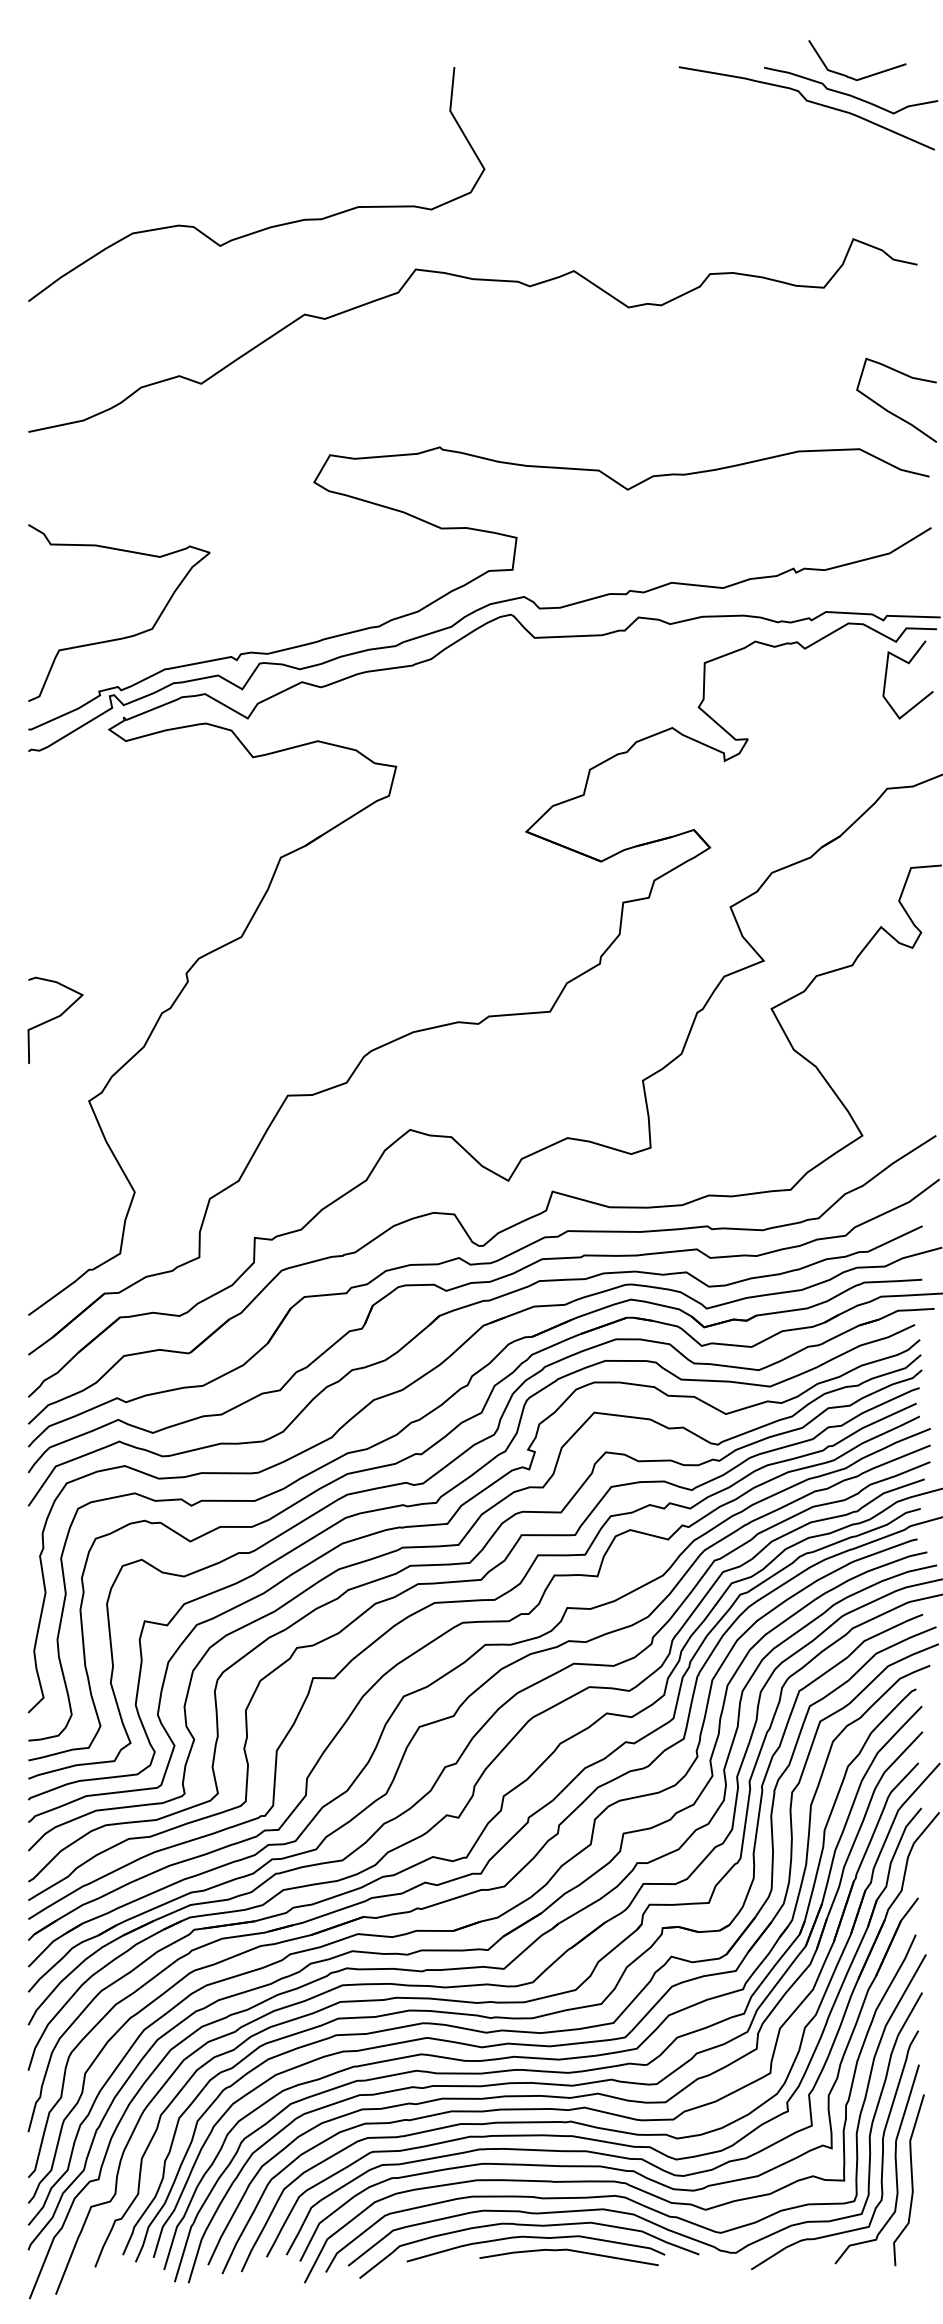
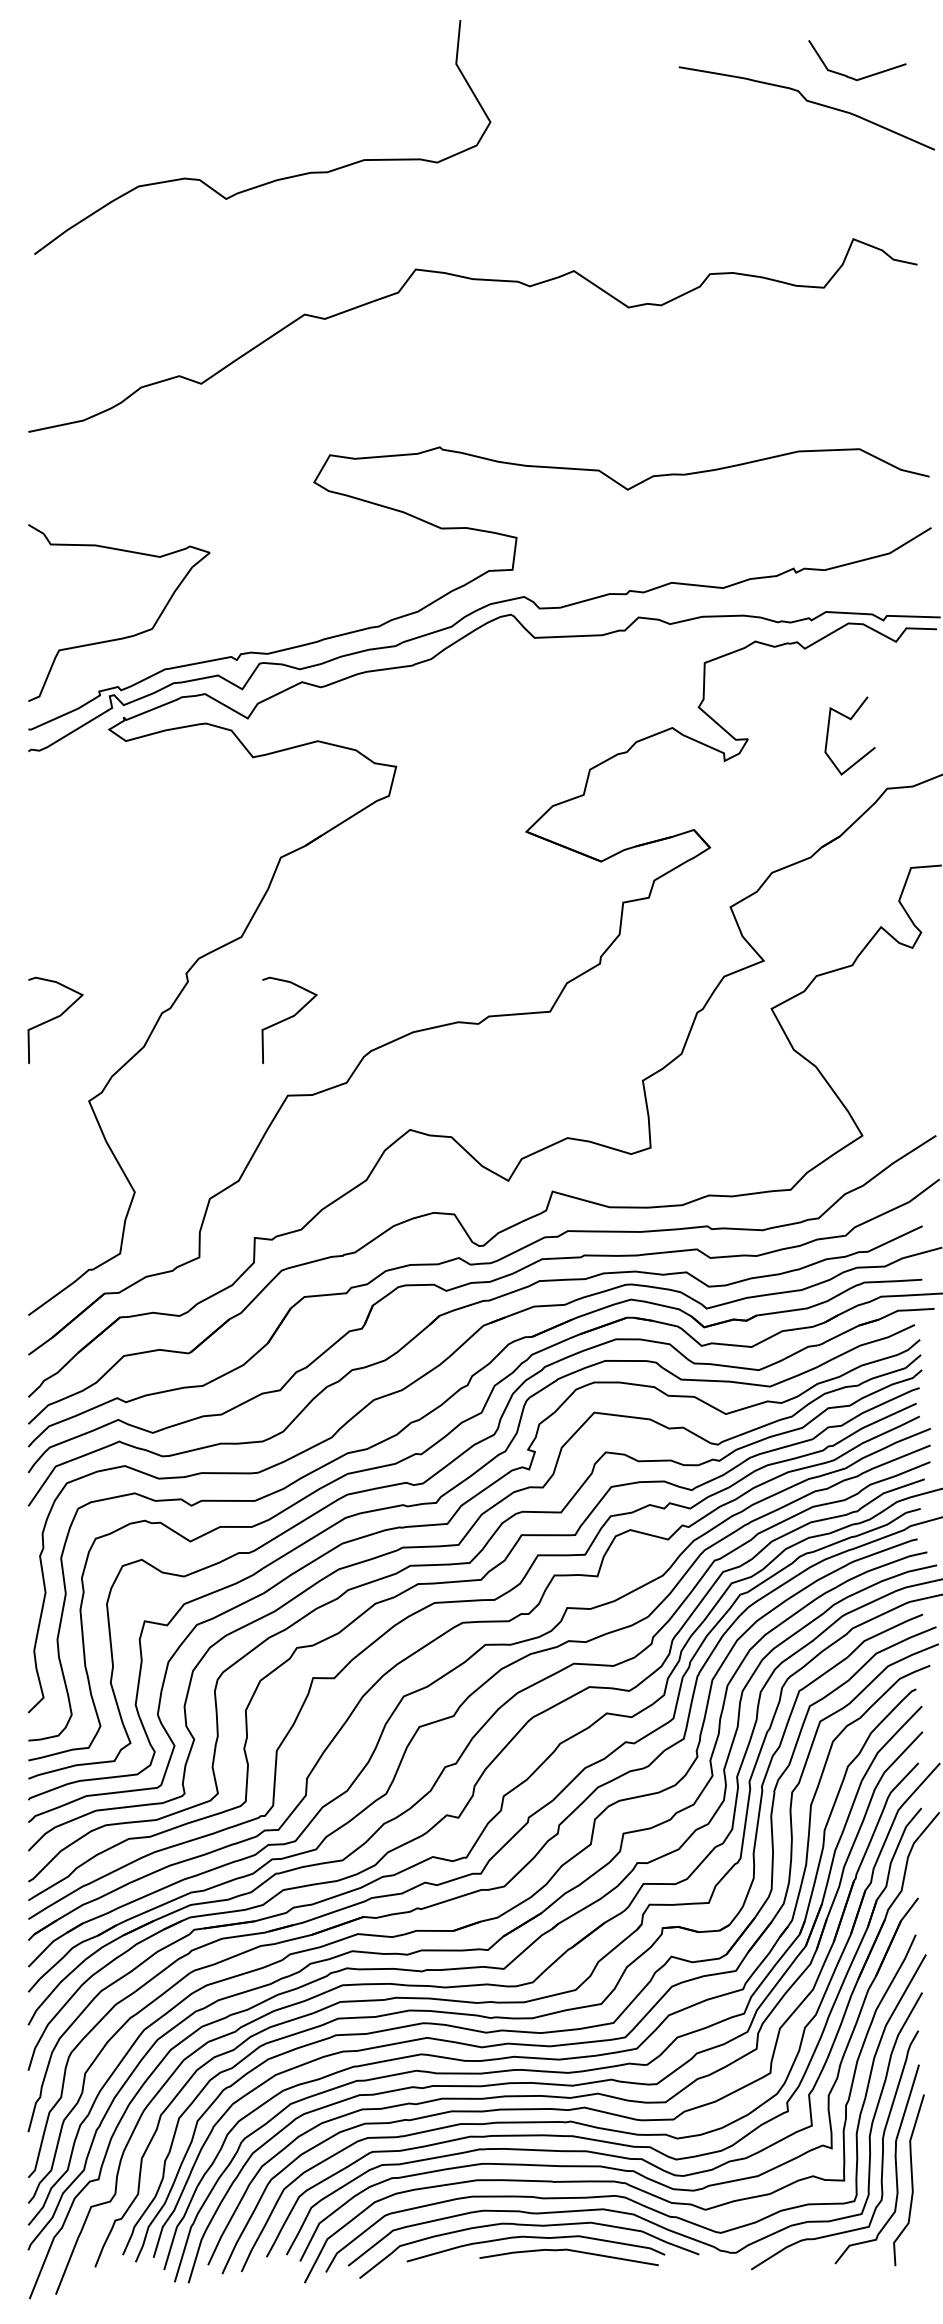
curve at (850, 94): present -> none
curve at (269, 226) position: (269, 226) -> (275, 179)
curve at (890, 411): present -> none
curve at (908, 664) position: (908, 664) -> (850, 720)
curve at (289, 1018): none -> present
